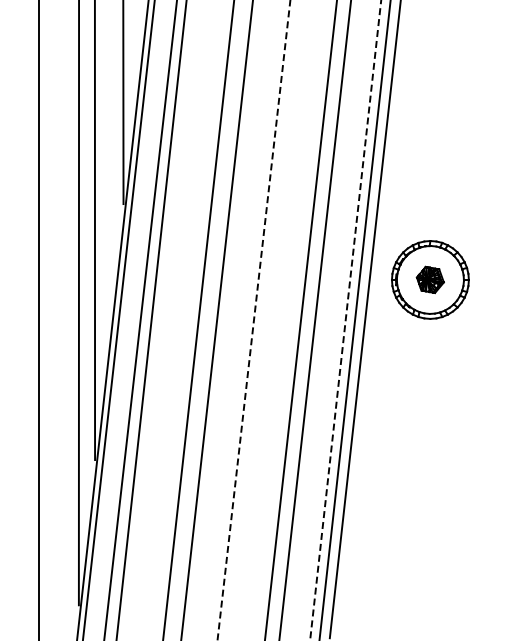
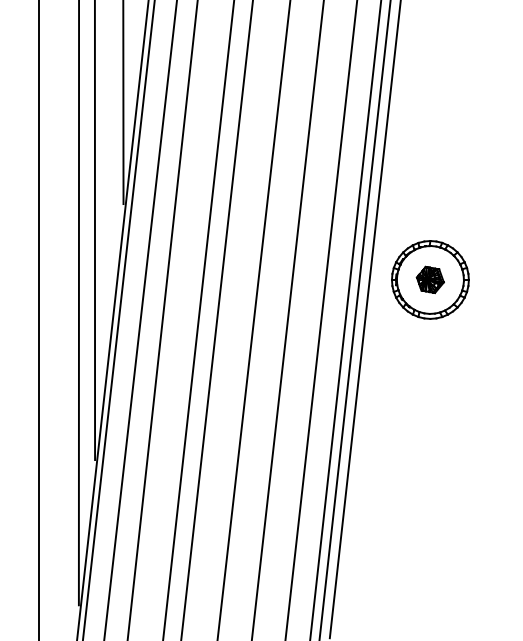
line at (151, 319) position: (151, 319) -> (162, 319)
line at (300, 319) position: (300, 319) -> (287, 319)
line at (314, 319) position: (314, 319) -> (320, 319)
line at (345, 320): dashed -> solid
line at (253, 321): dashed -> solid
